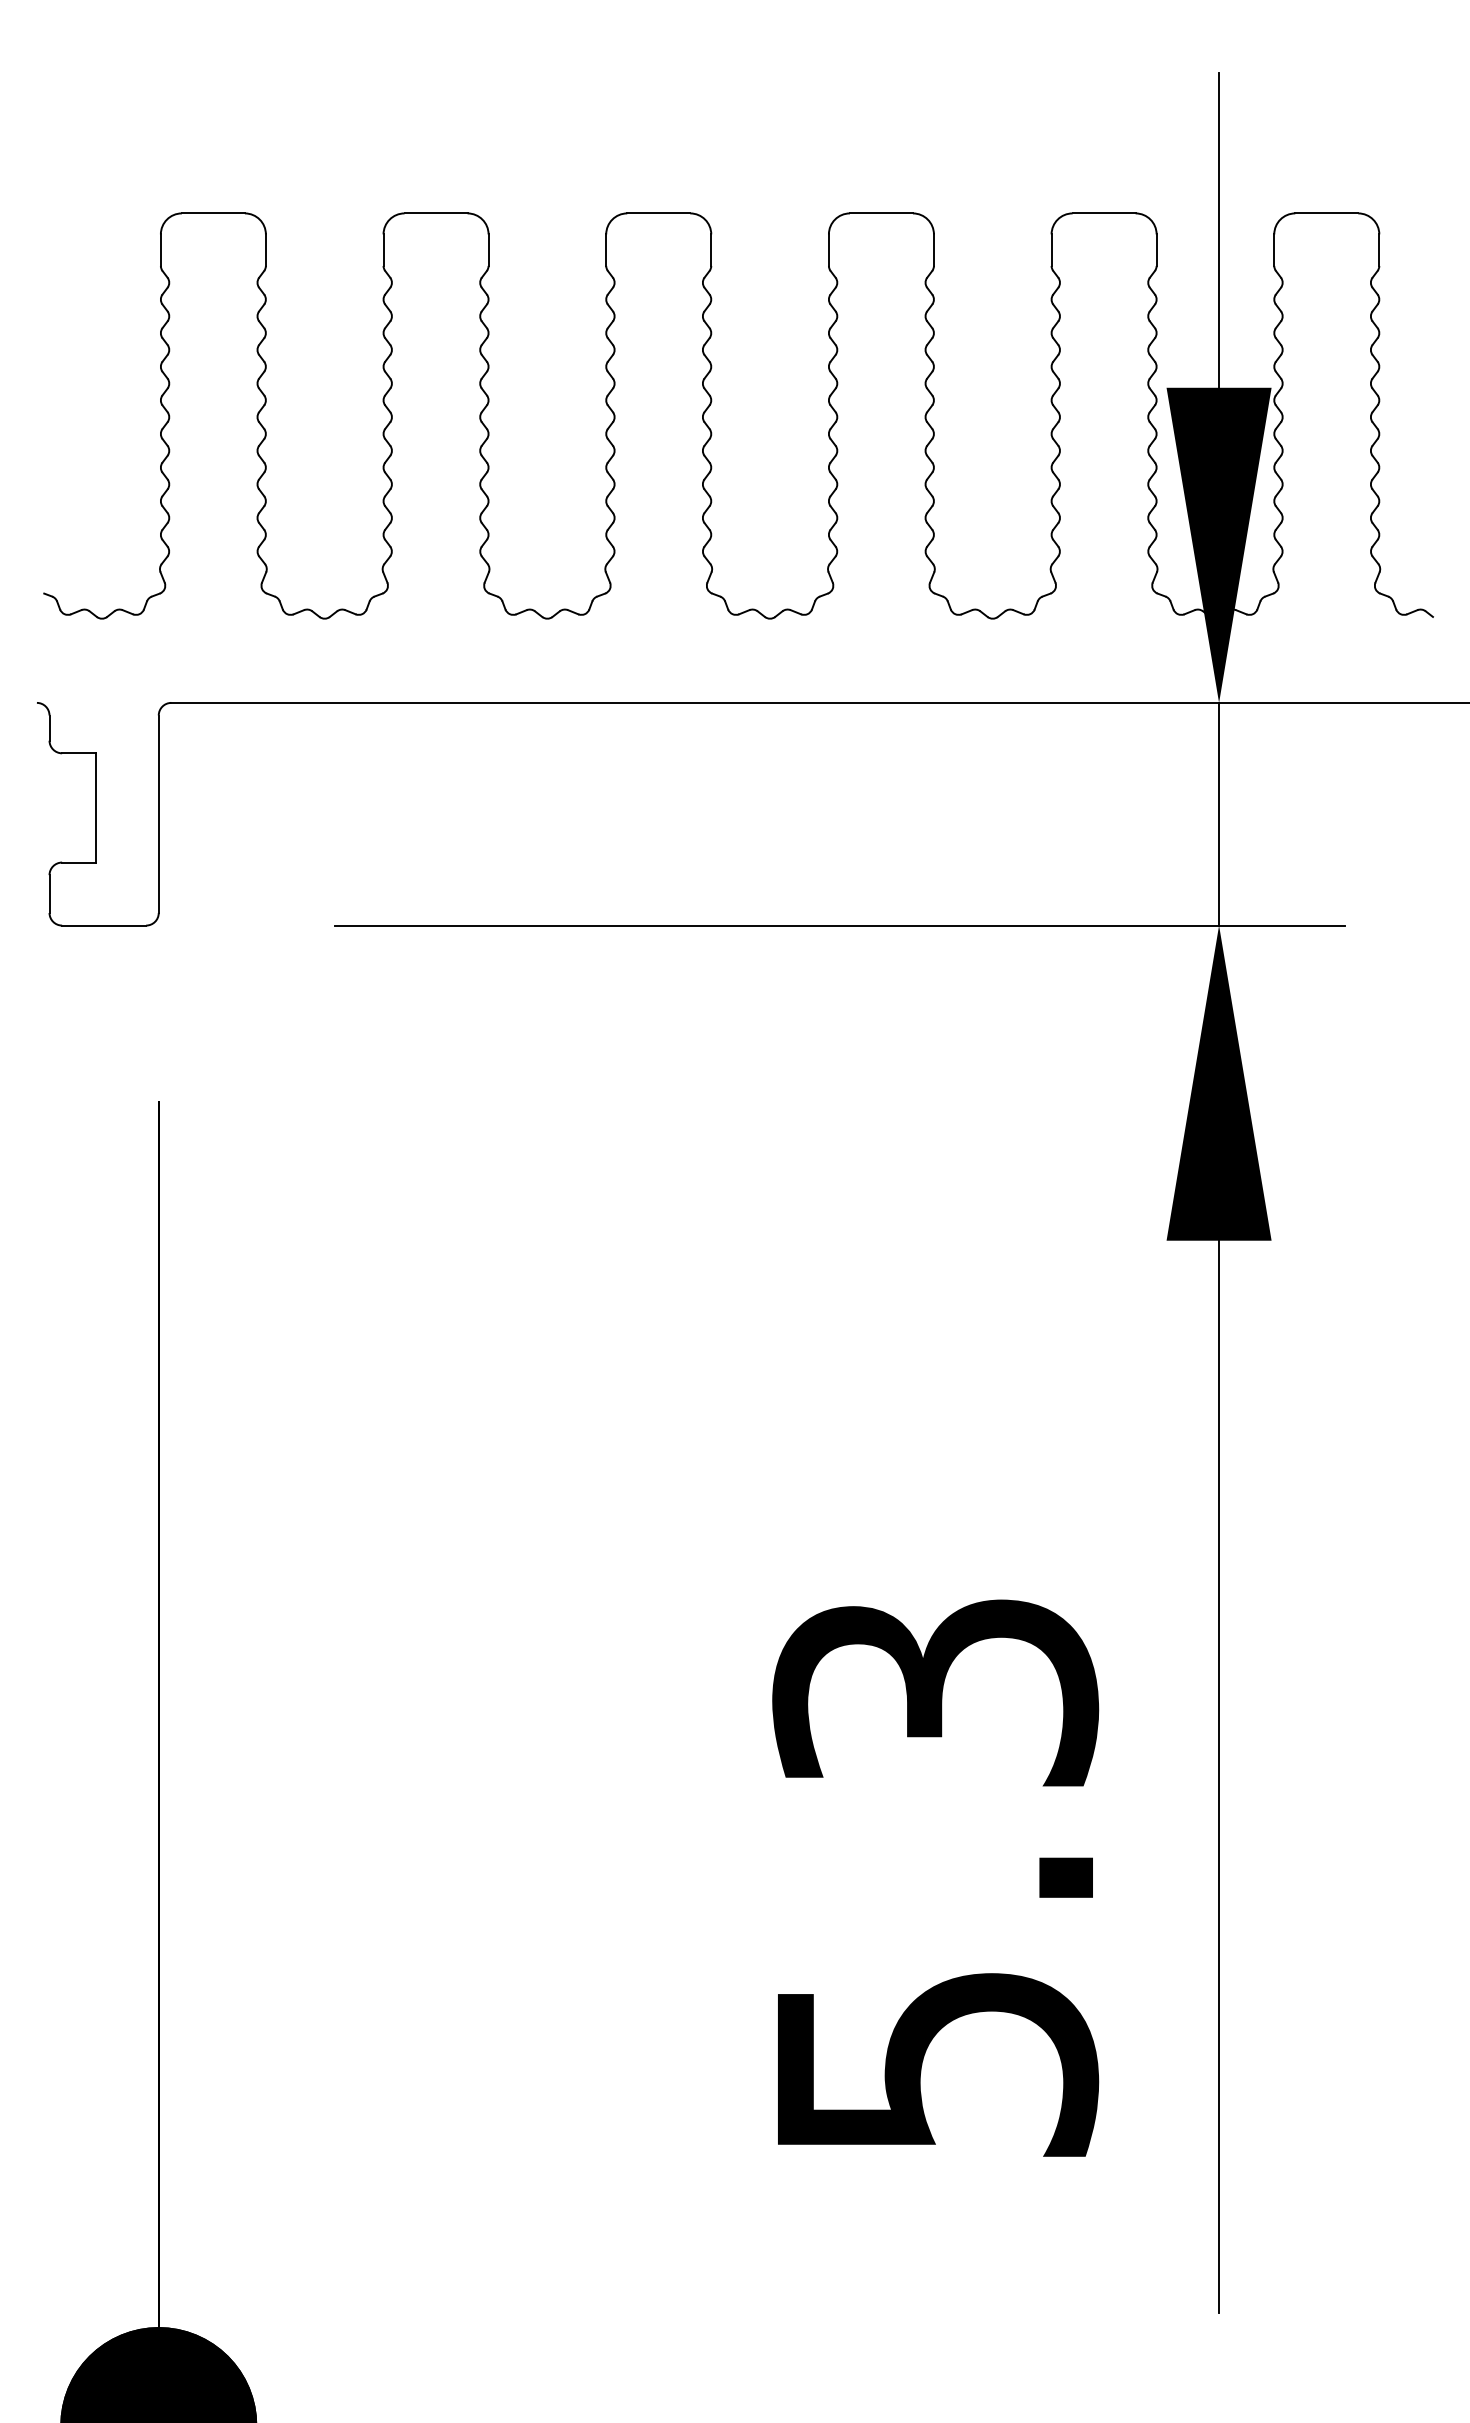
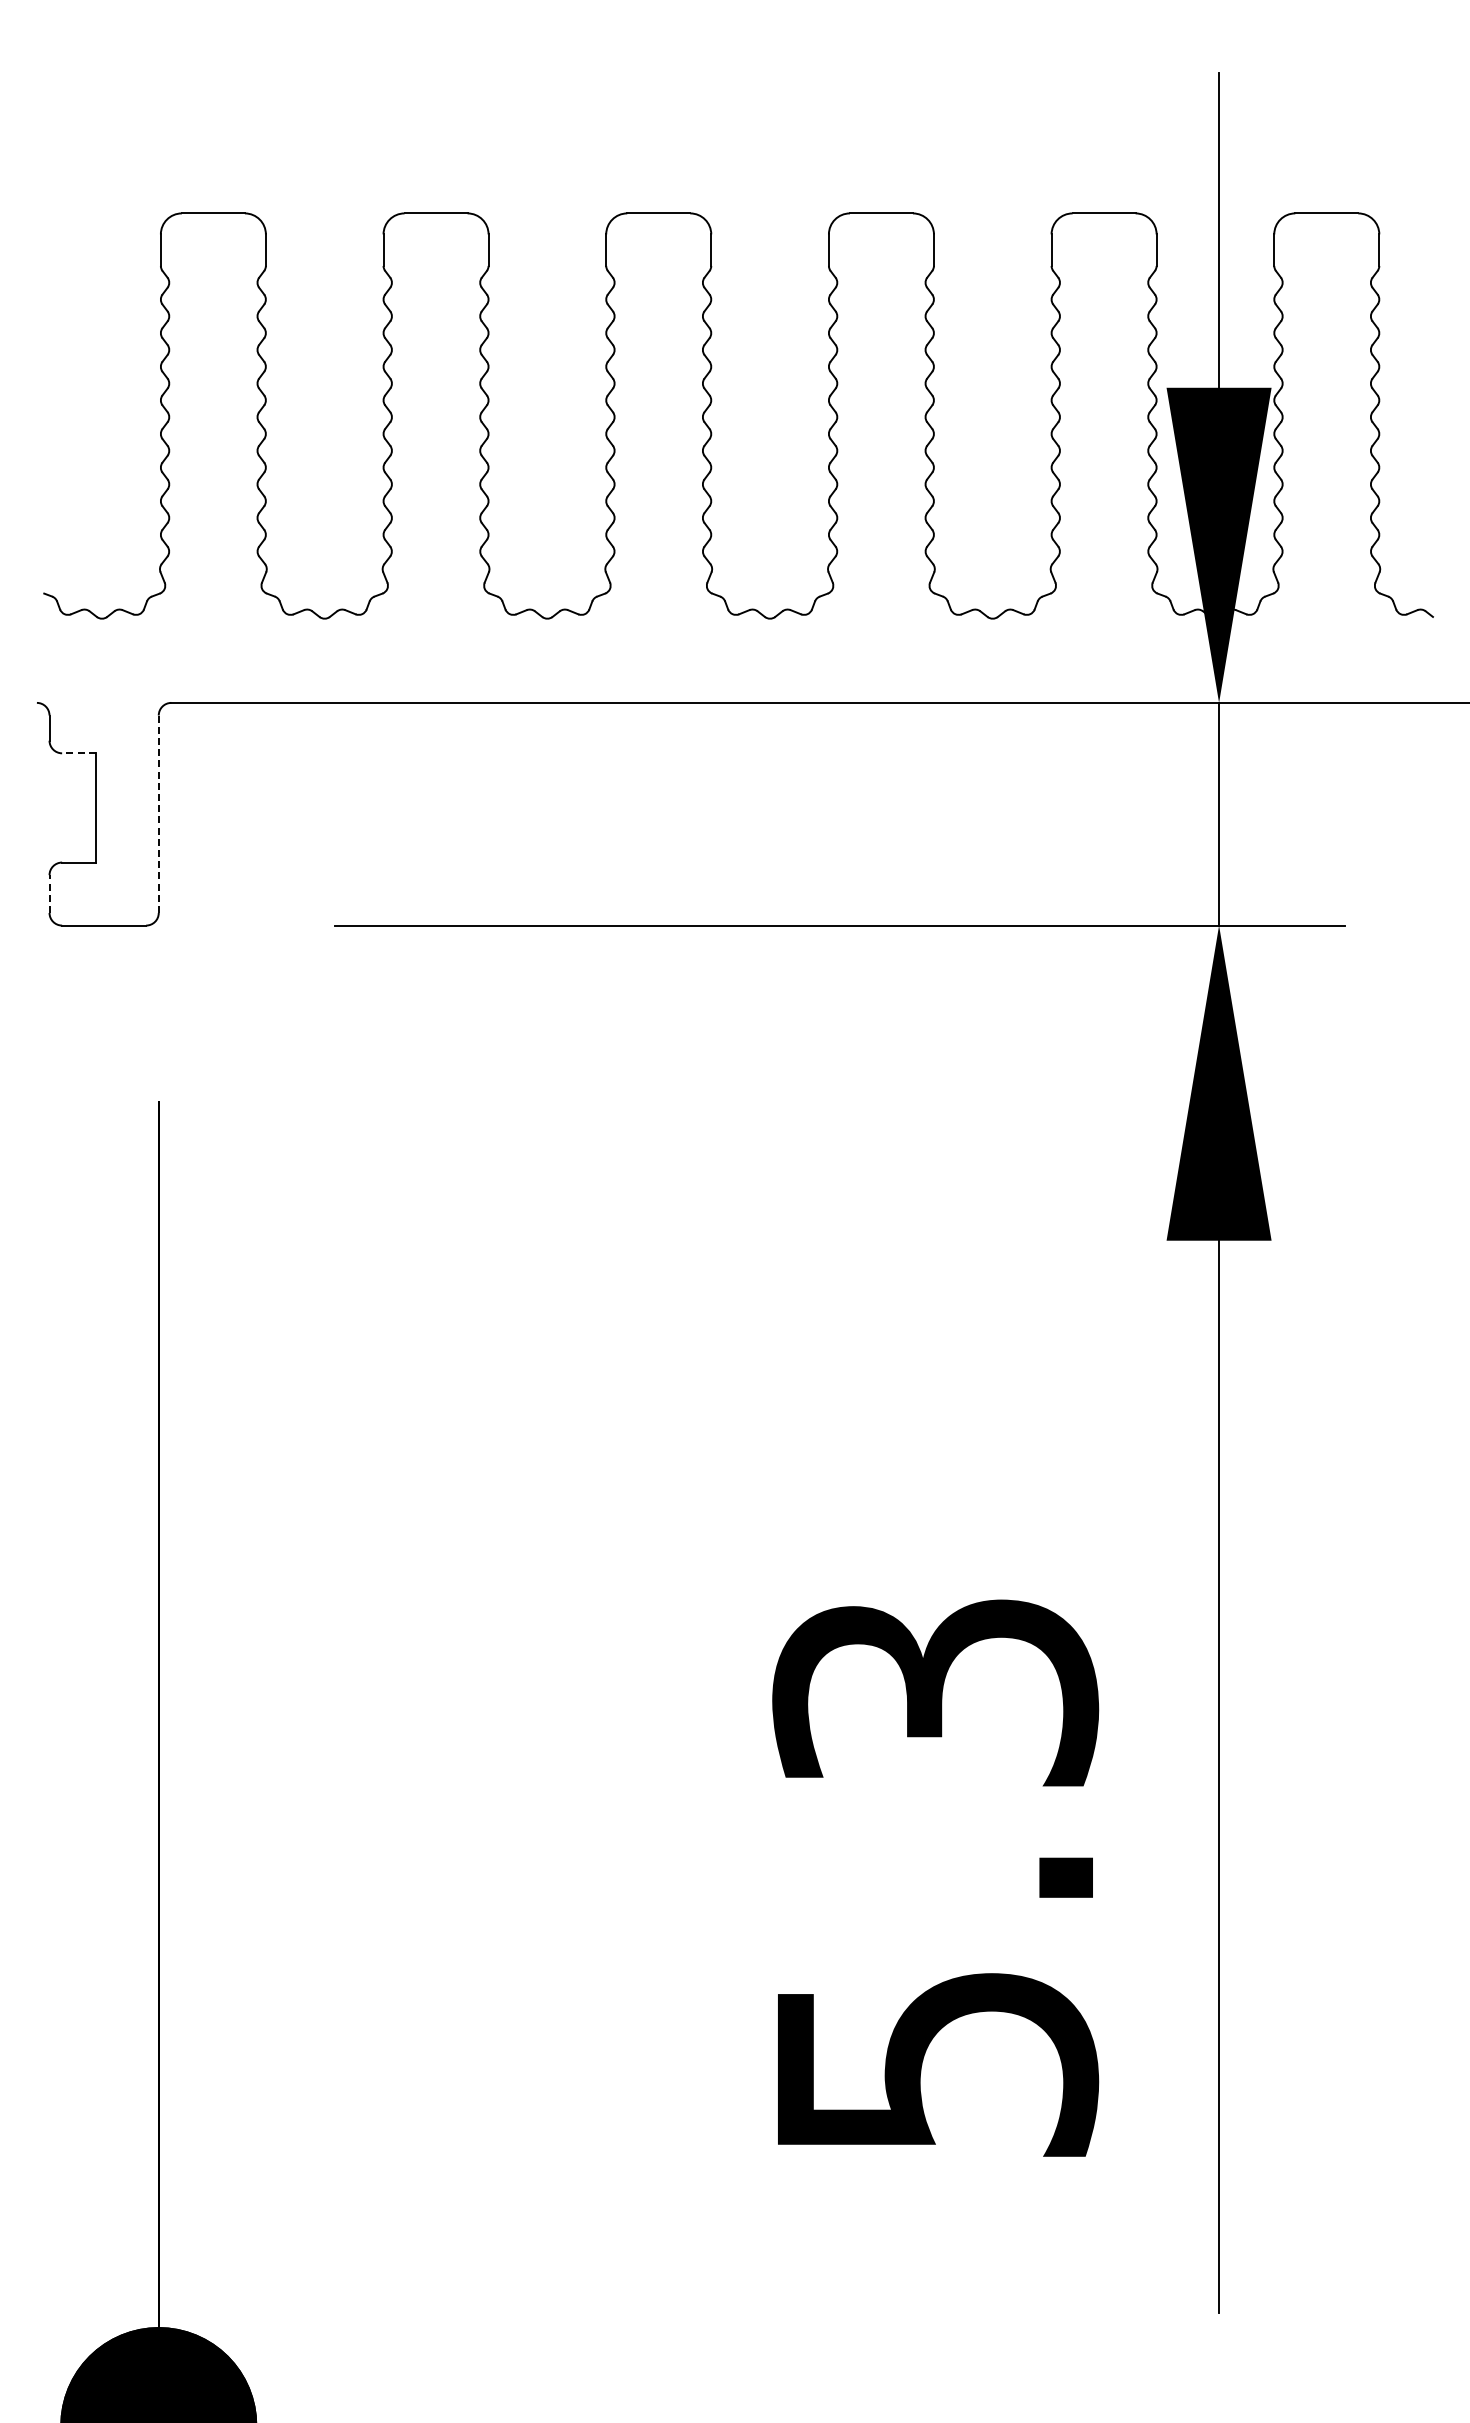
line at (78, 753): solid -> dashed
line at (158, 814): solid -> dashed
line at (49, 894): solid -> dashed
